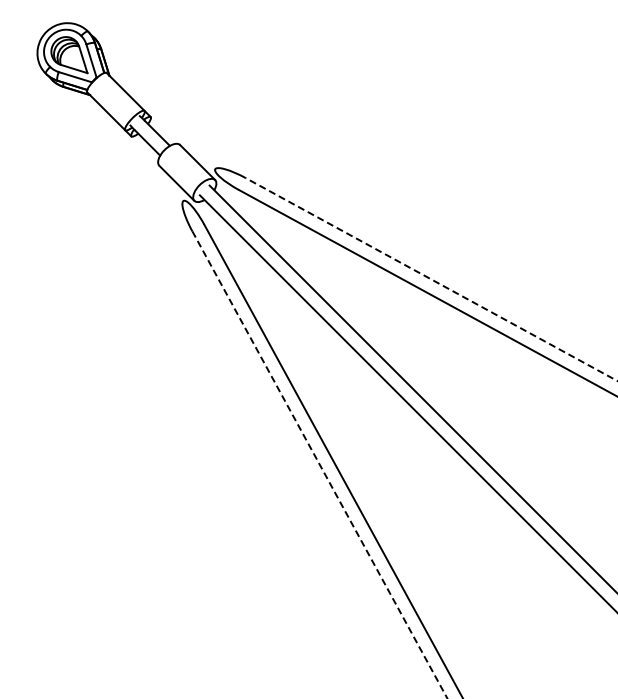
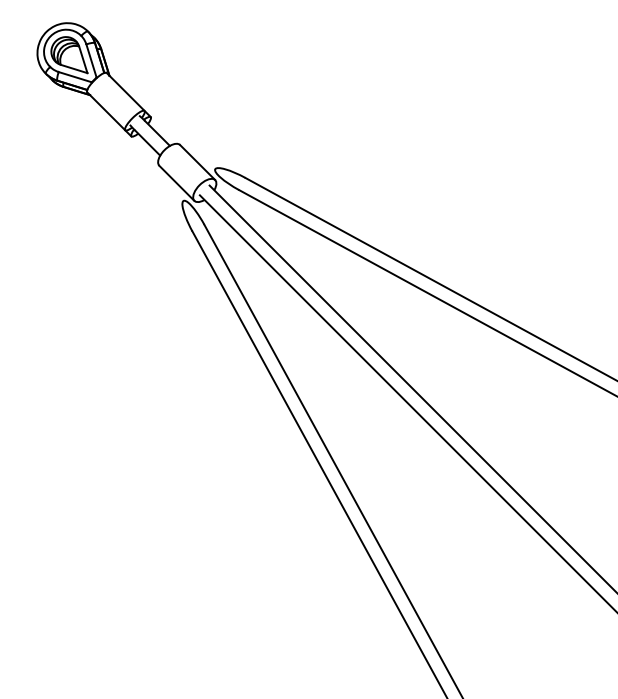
line at (431, 279): dashed -> solid
line at (319, 464): dashed -> solid
